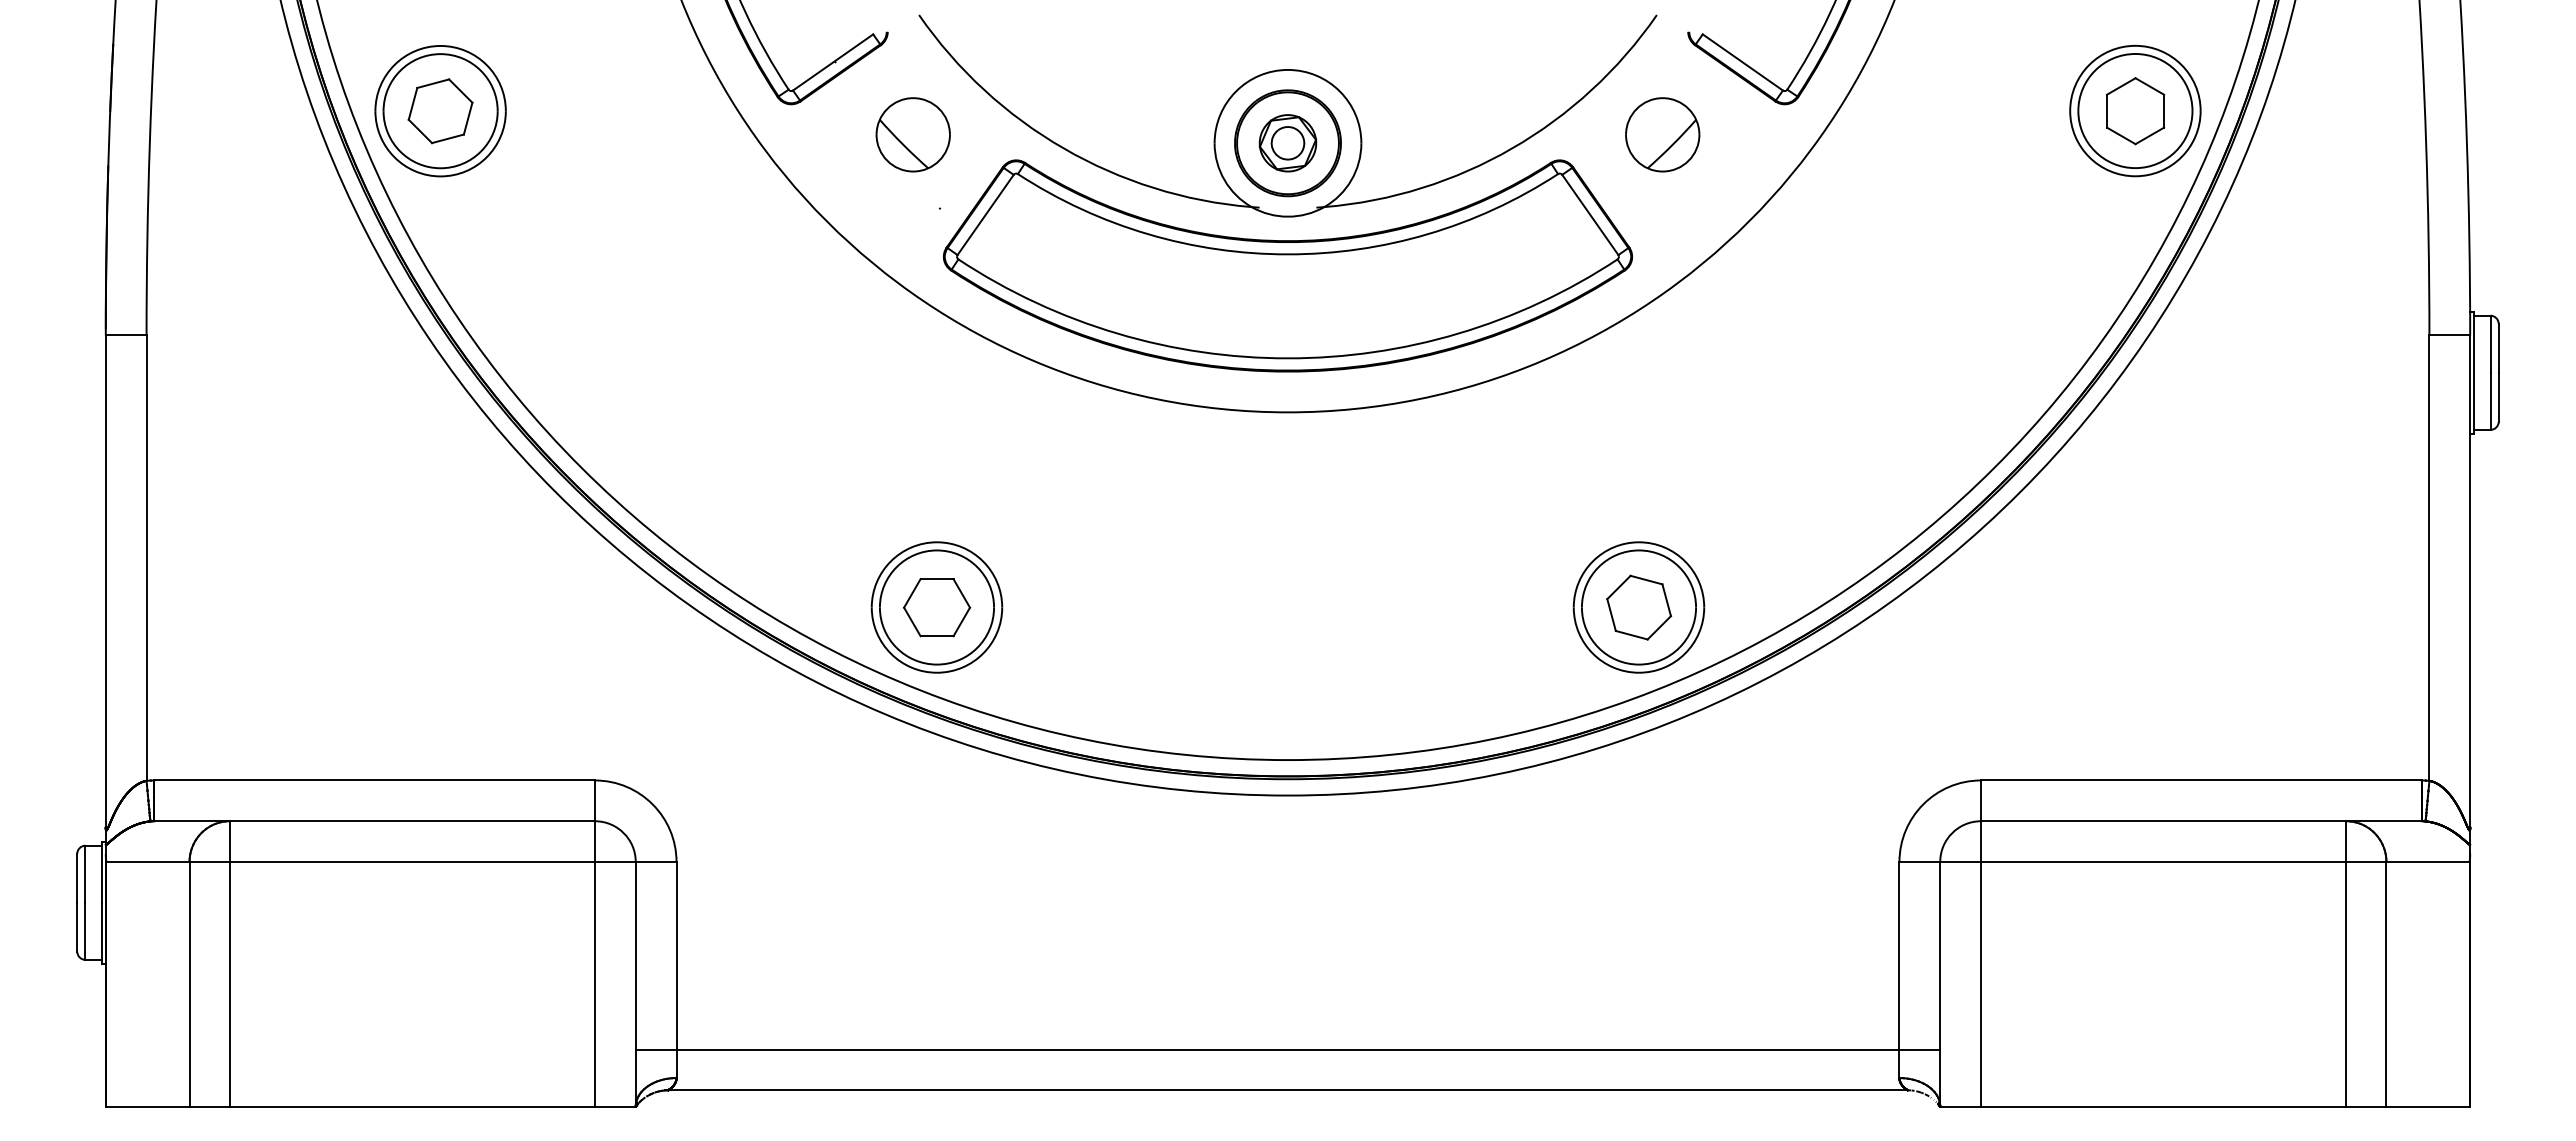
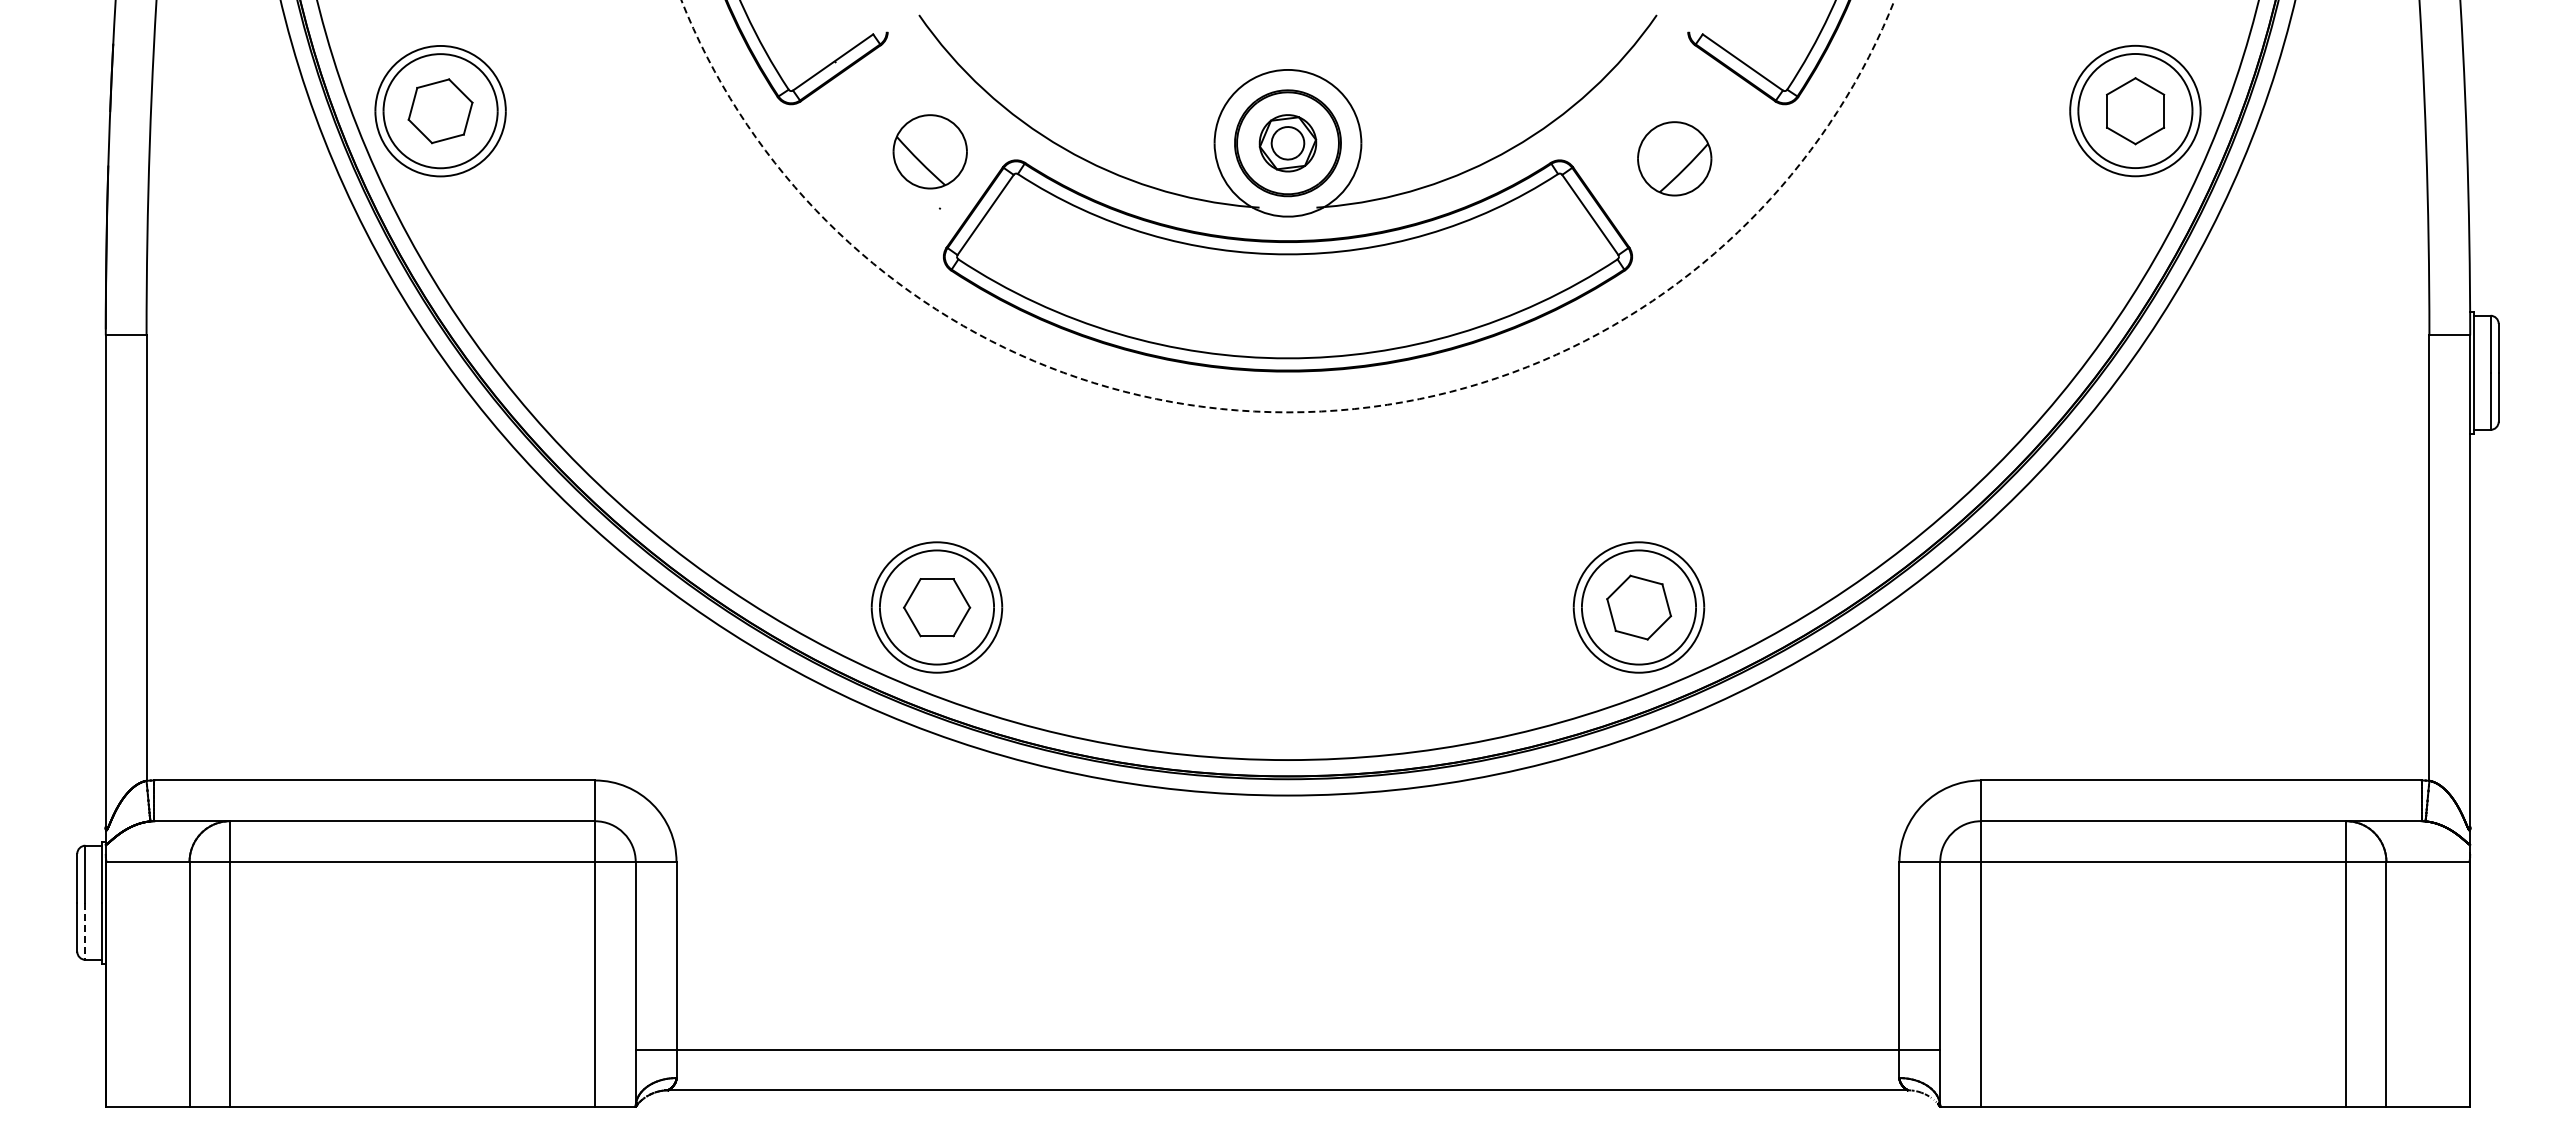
part at (912, 134) position: (912, 134) -> (929, 151)
part at (1662, 134) position: (1662, 134) -> (1674, 158)
arc at (1288, 412): solid -> dashed
line at (85, 931): solid -> dashed
